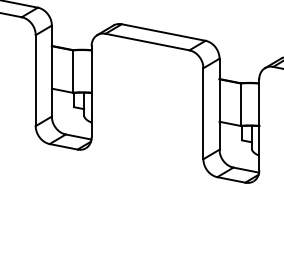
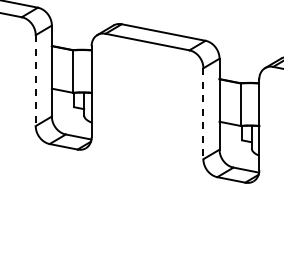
line at (35, 81): solid -> dashed
line at (203, 114): solid -> dashed
